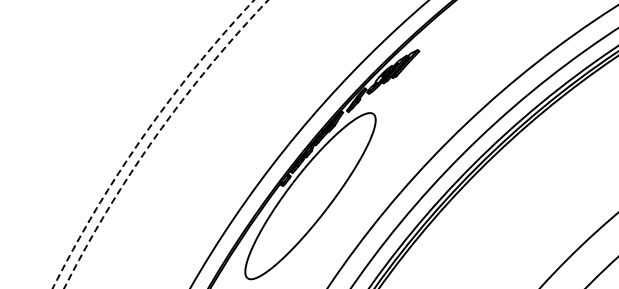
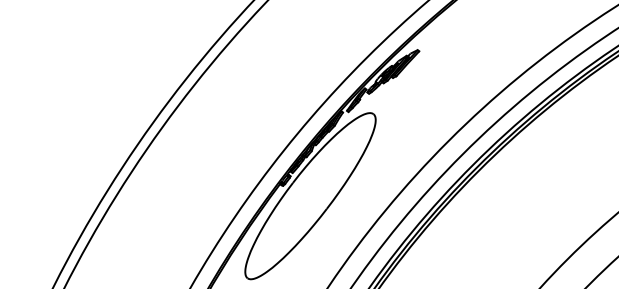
arc at (143, 137): dashed -> solid
arc at (154, 138): dashed -> solid
